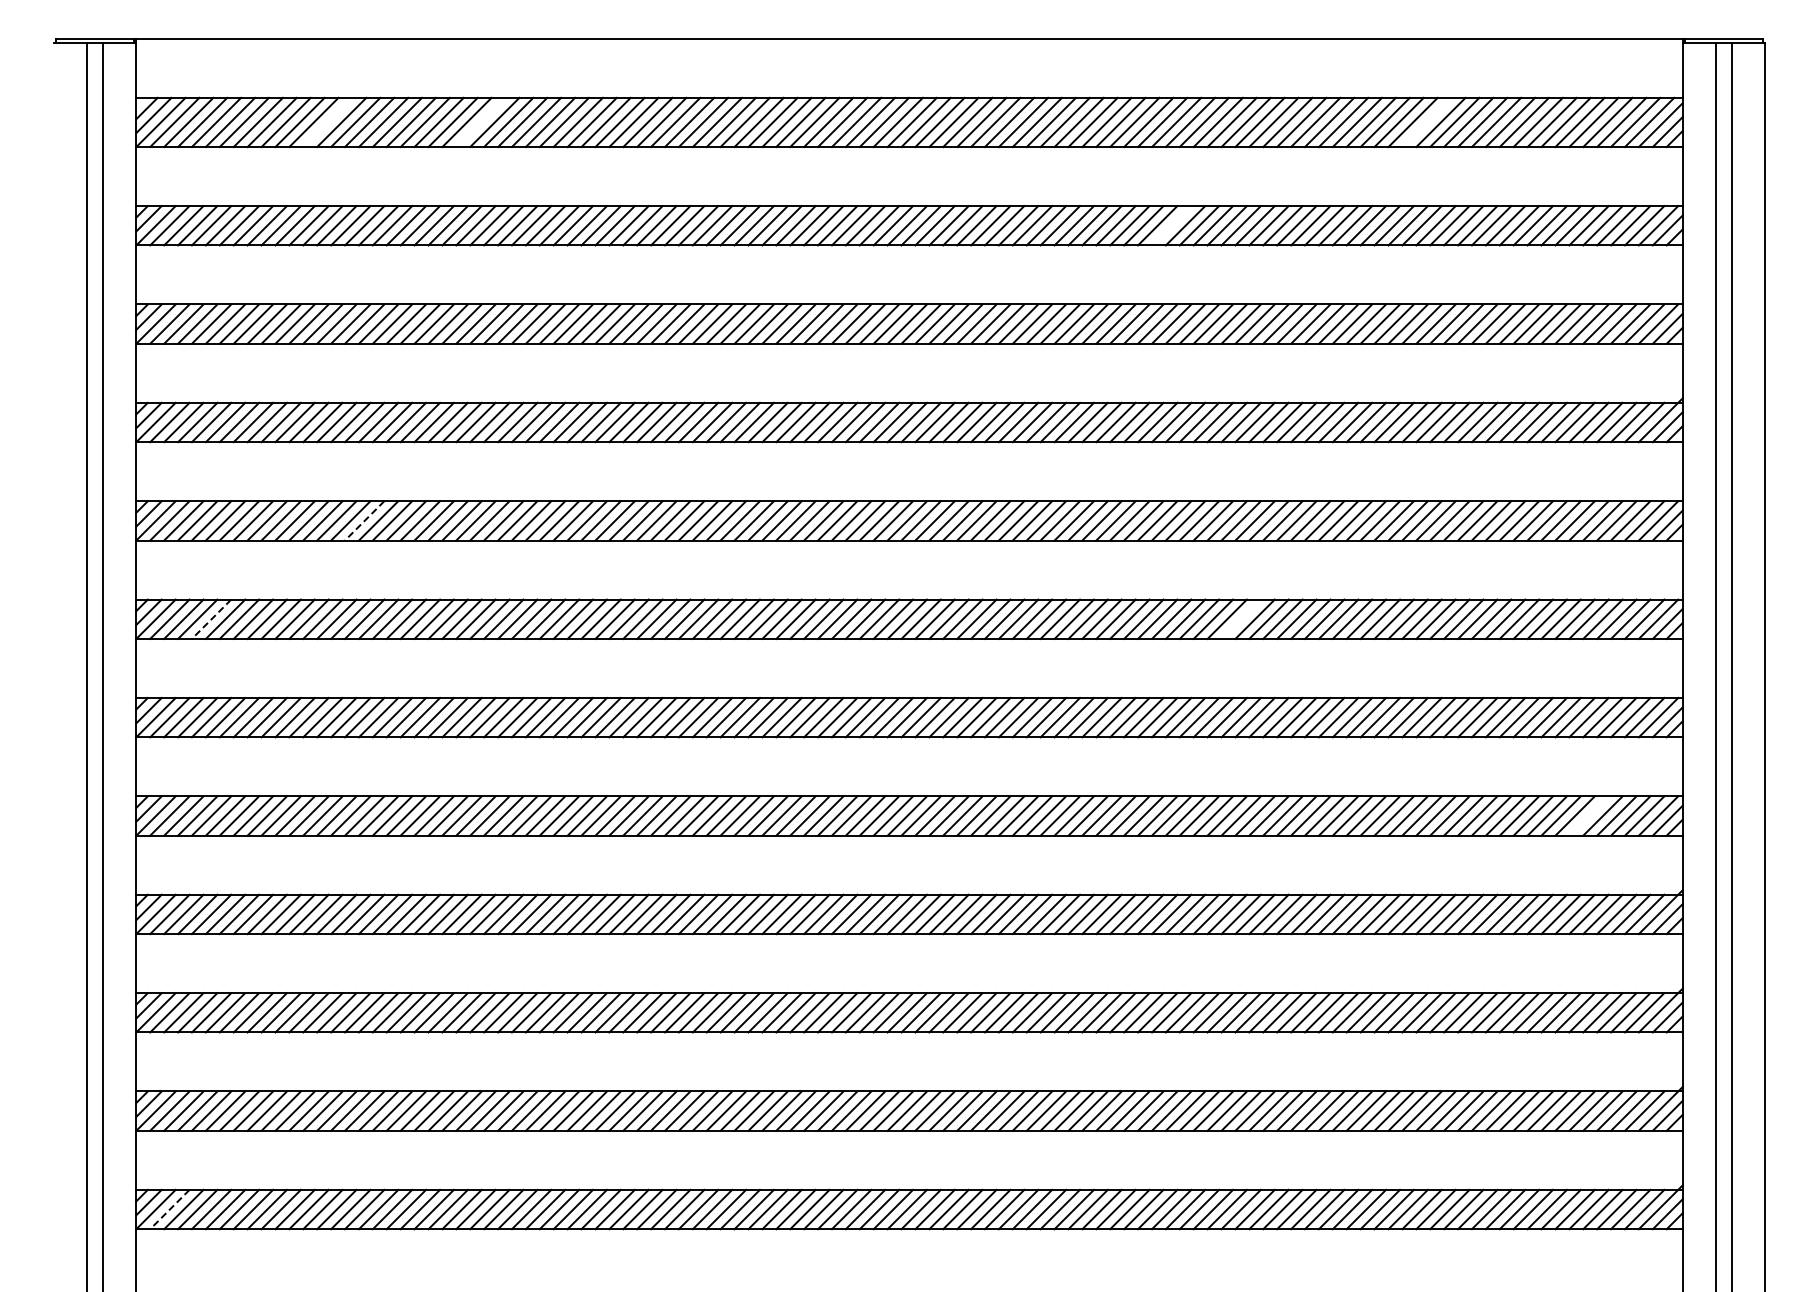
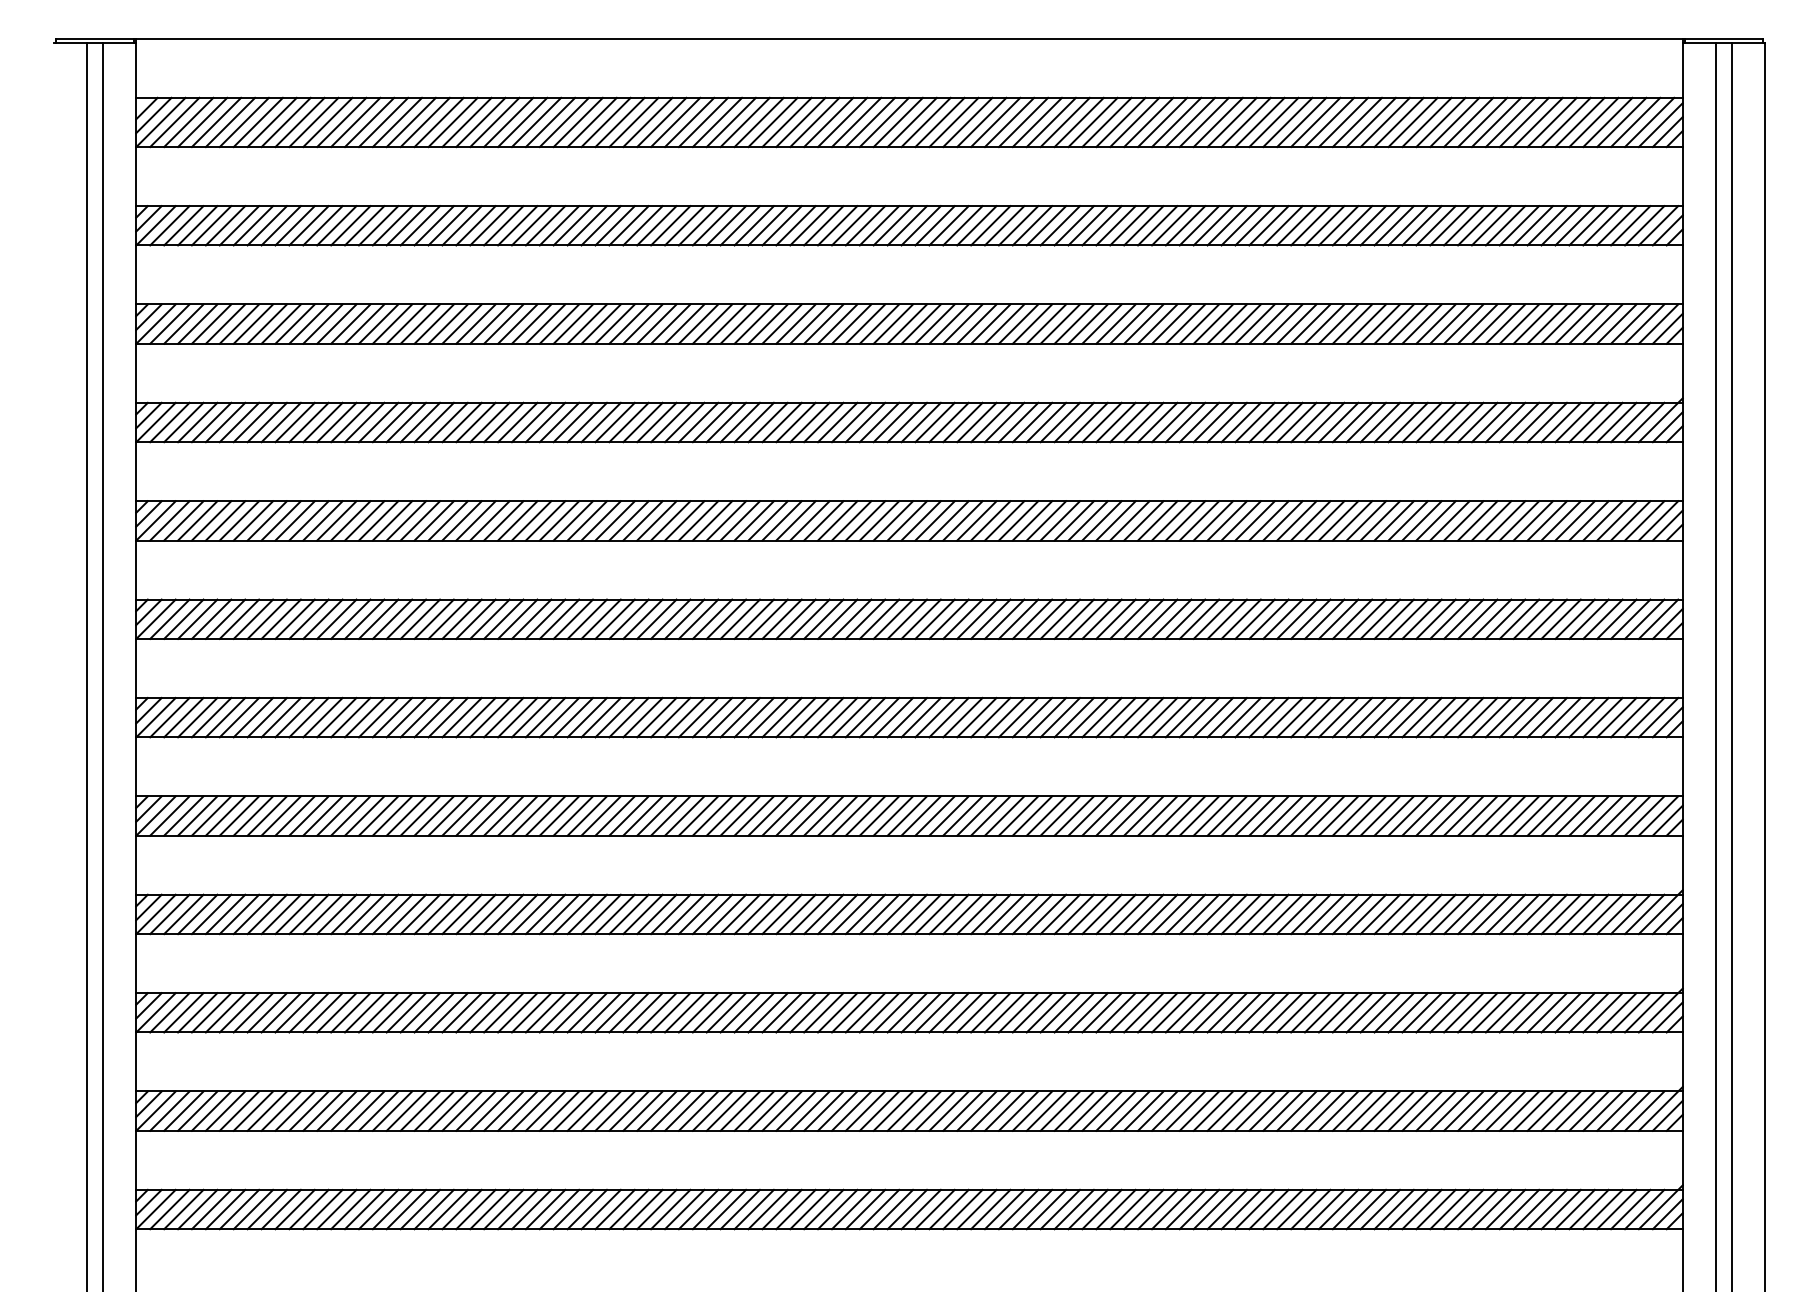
line at (327, 122): none -> present
line at (480, 122): none -> present
line at (1426, 122): none -> present
line at (1171, 225): none -> present
line at (364, 520): dashed -> solid
line at (1240, 618): none -> present
line at (211, 619): dashed -> solid
line at (1588, 815): none -> present
line at (169, 1209): dashed -> solid
